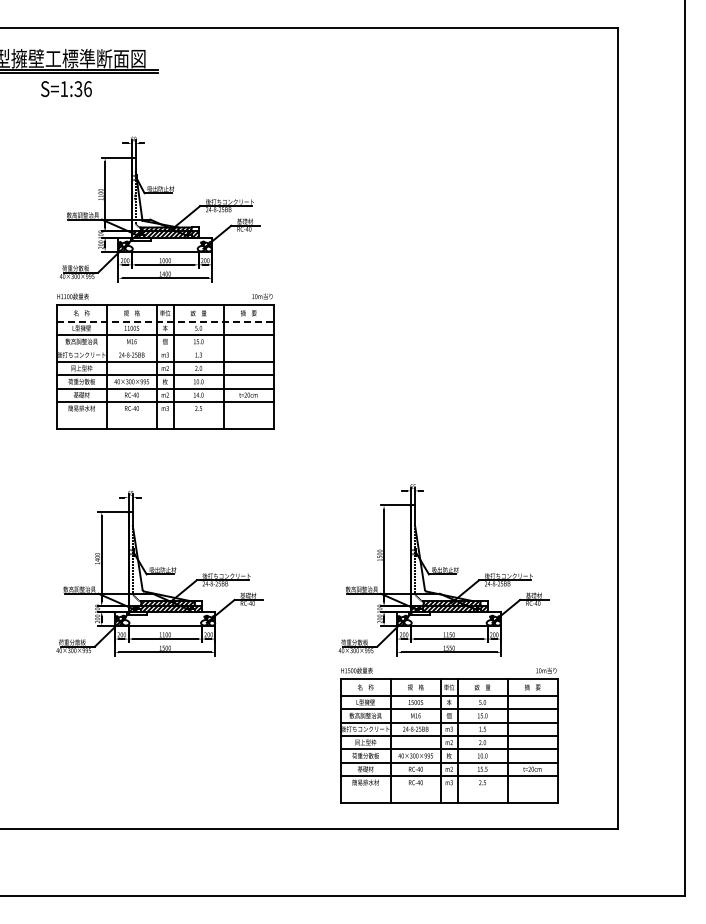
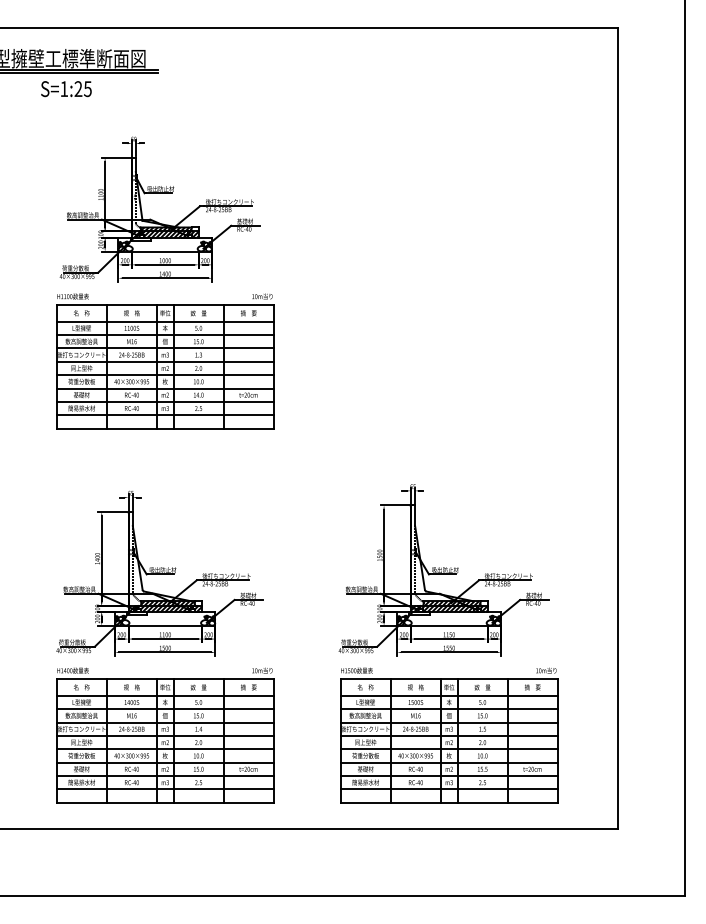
text at (82, 89): S=1:36 -> S=1:25
line at (165, 321): dashed -> solid
line at (164, 348): none -> present
line at (164, 415): none -> present
part at (165, 735): none -> present
line at (448, 789): none -> present
